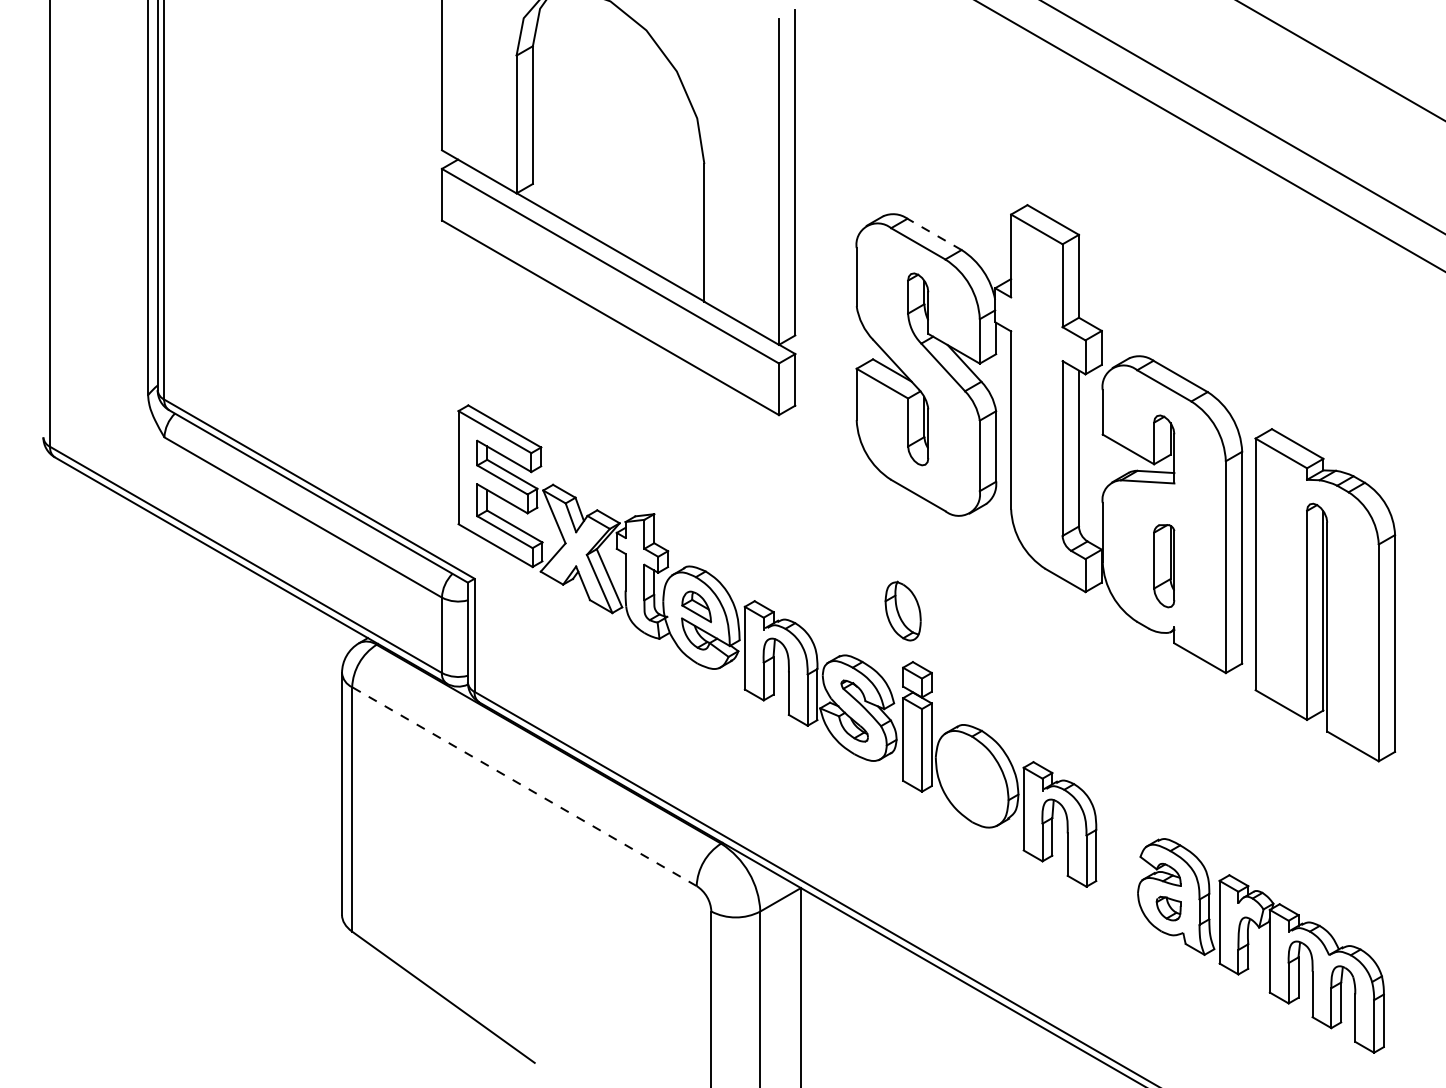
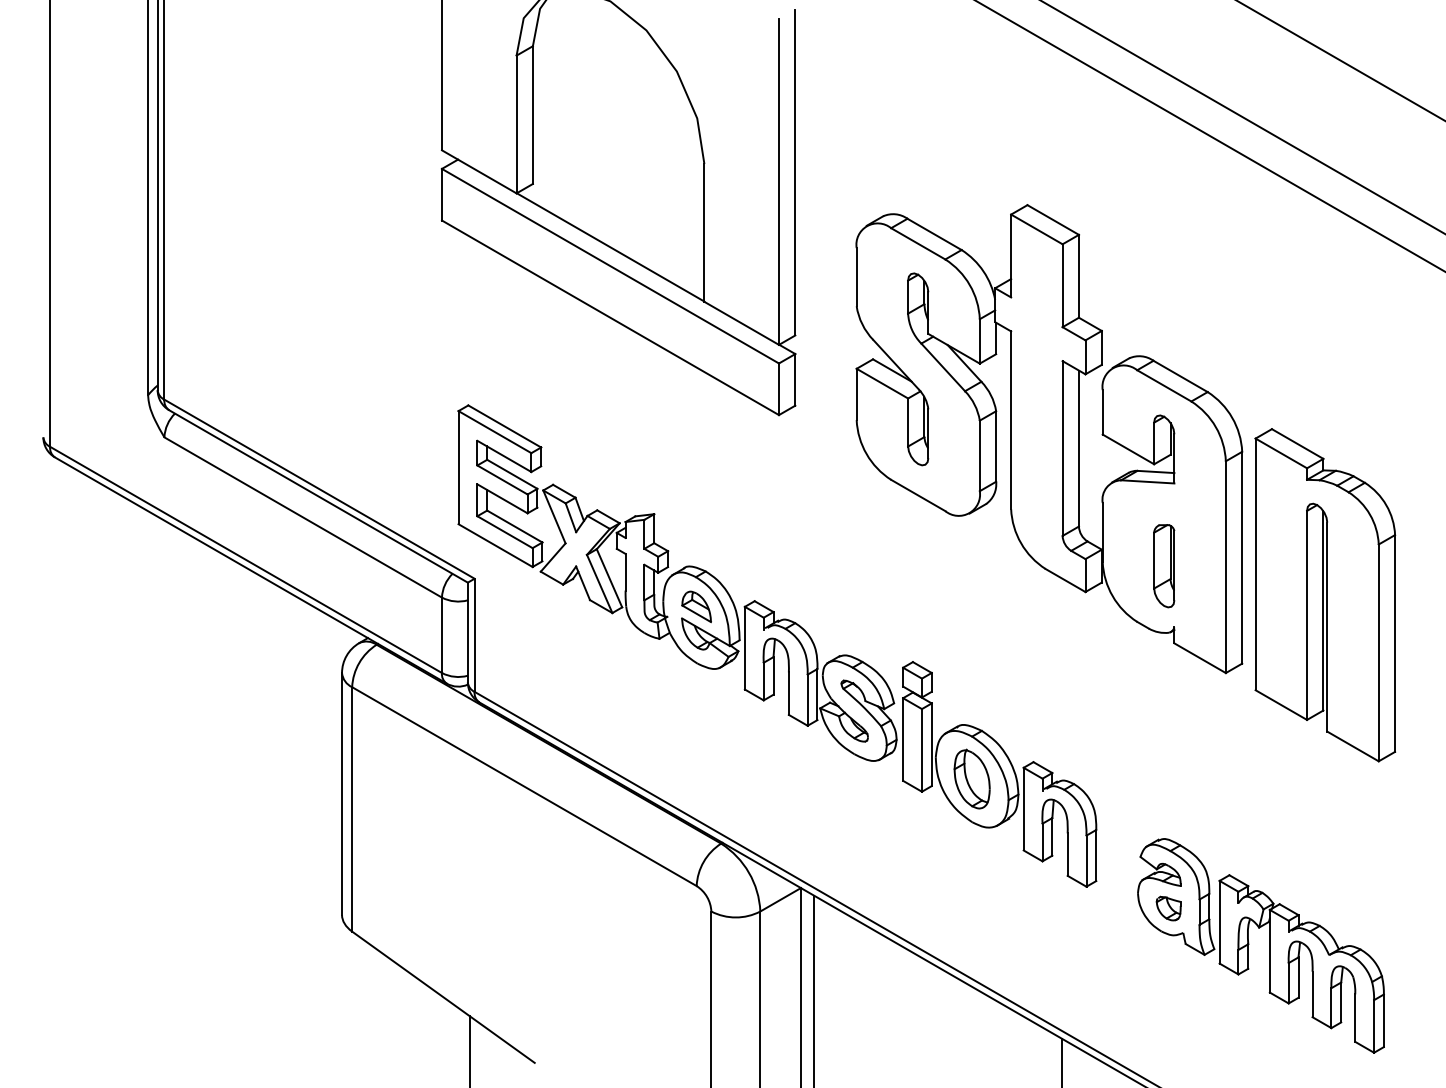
line at (934, 234): dashed -> solid
part at (902, 610) position: (902, 610) -> (971, 778)
line at (524, 786): dashed -> solid
line at (814, 989): none -> present
line at (470, 1050): none -> present
line at (1062, 1061): none -> present
